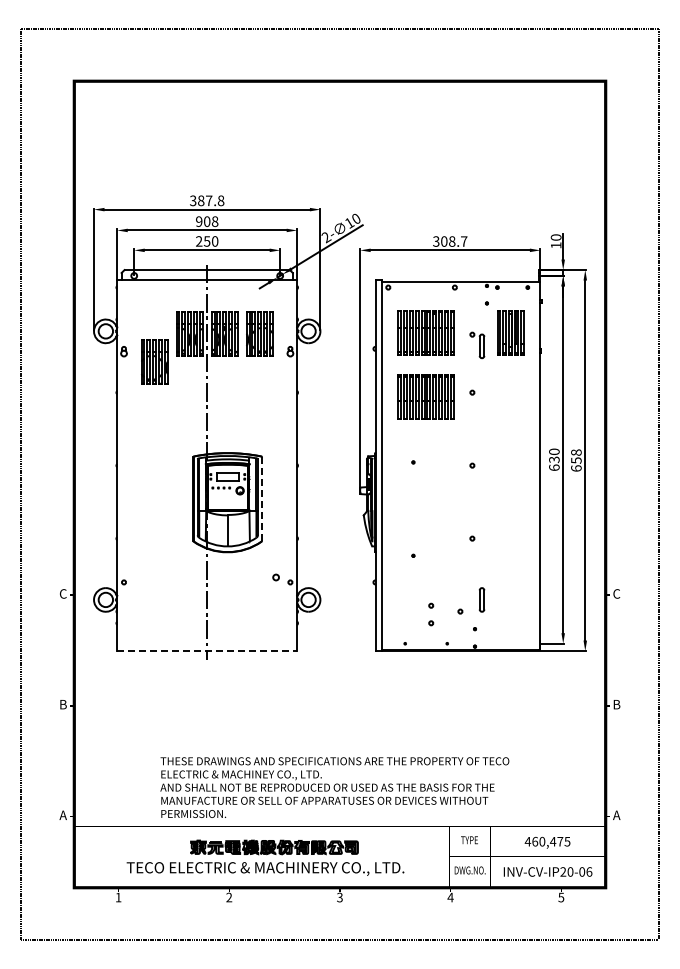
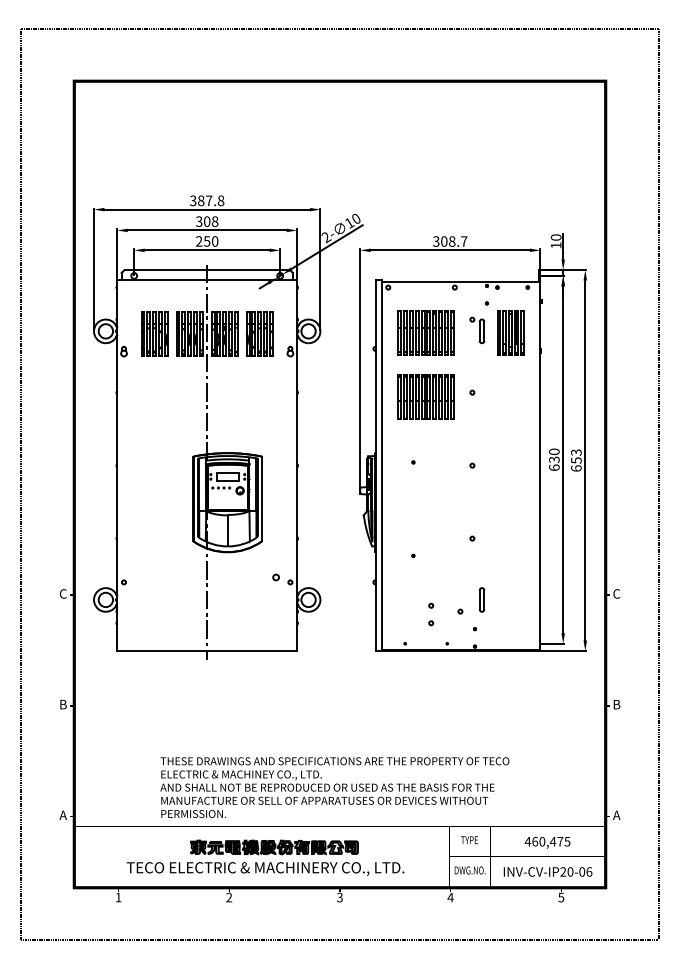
text at (199, 221): 908 -> 308
part at (477, 345) position: (477, 345) -> (477, 330)
part at (154, 361) position: (154, 361) -> (154, 333)
text at (576, 452): 658 -> 653
line at (262, 499): dashed -> solid
line at (207, 651): dashed -> solid
